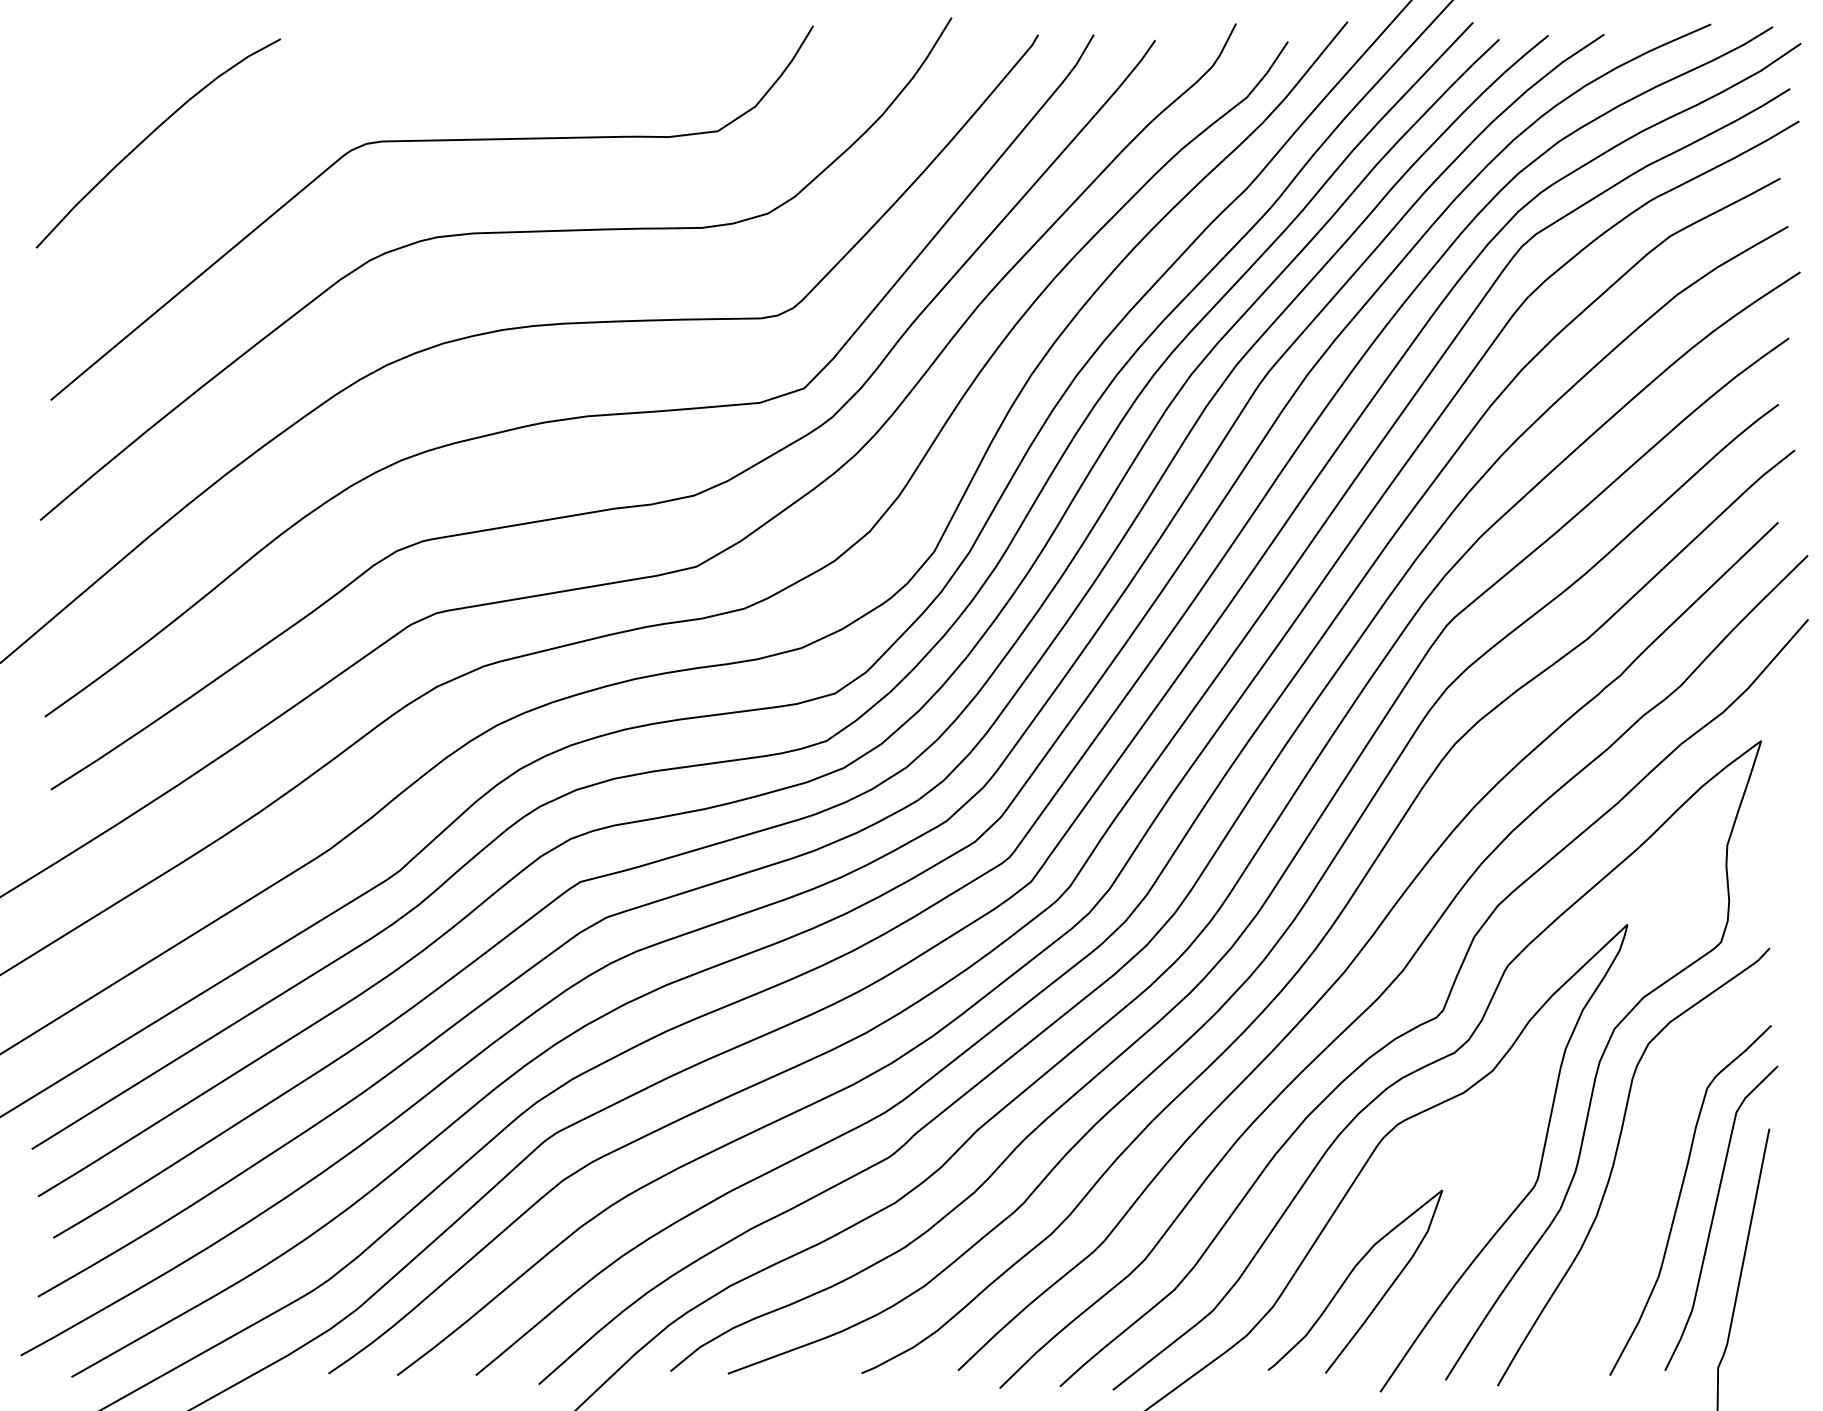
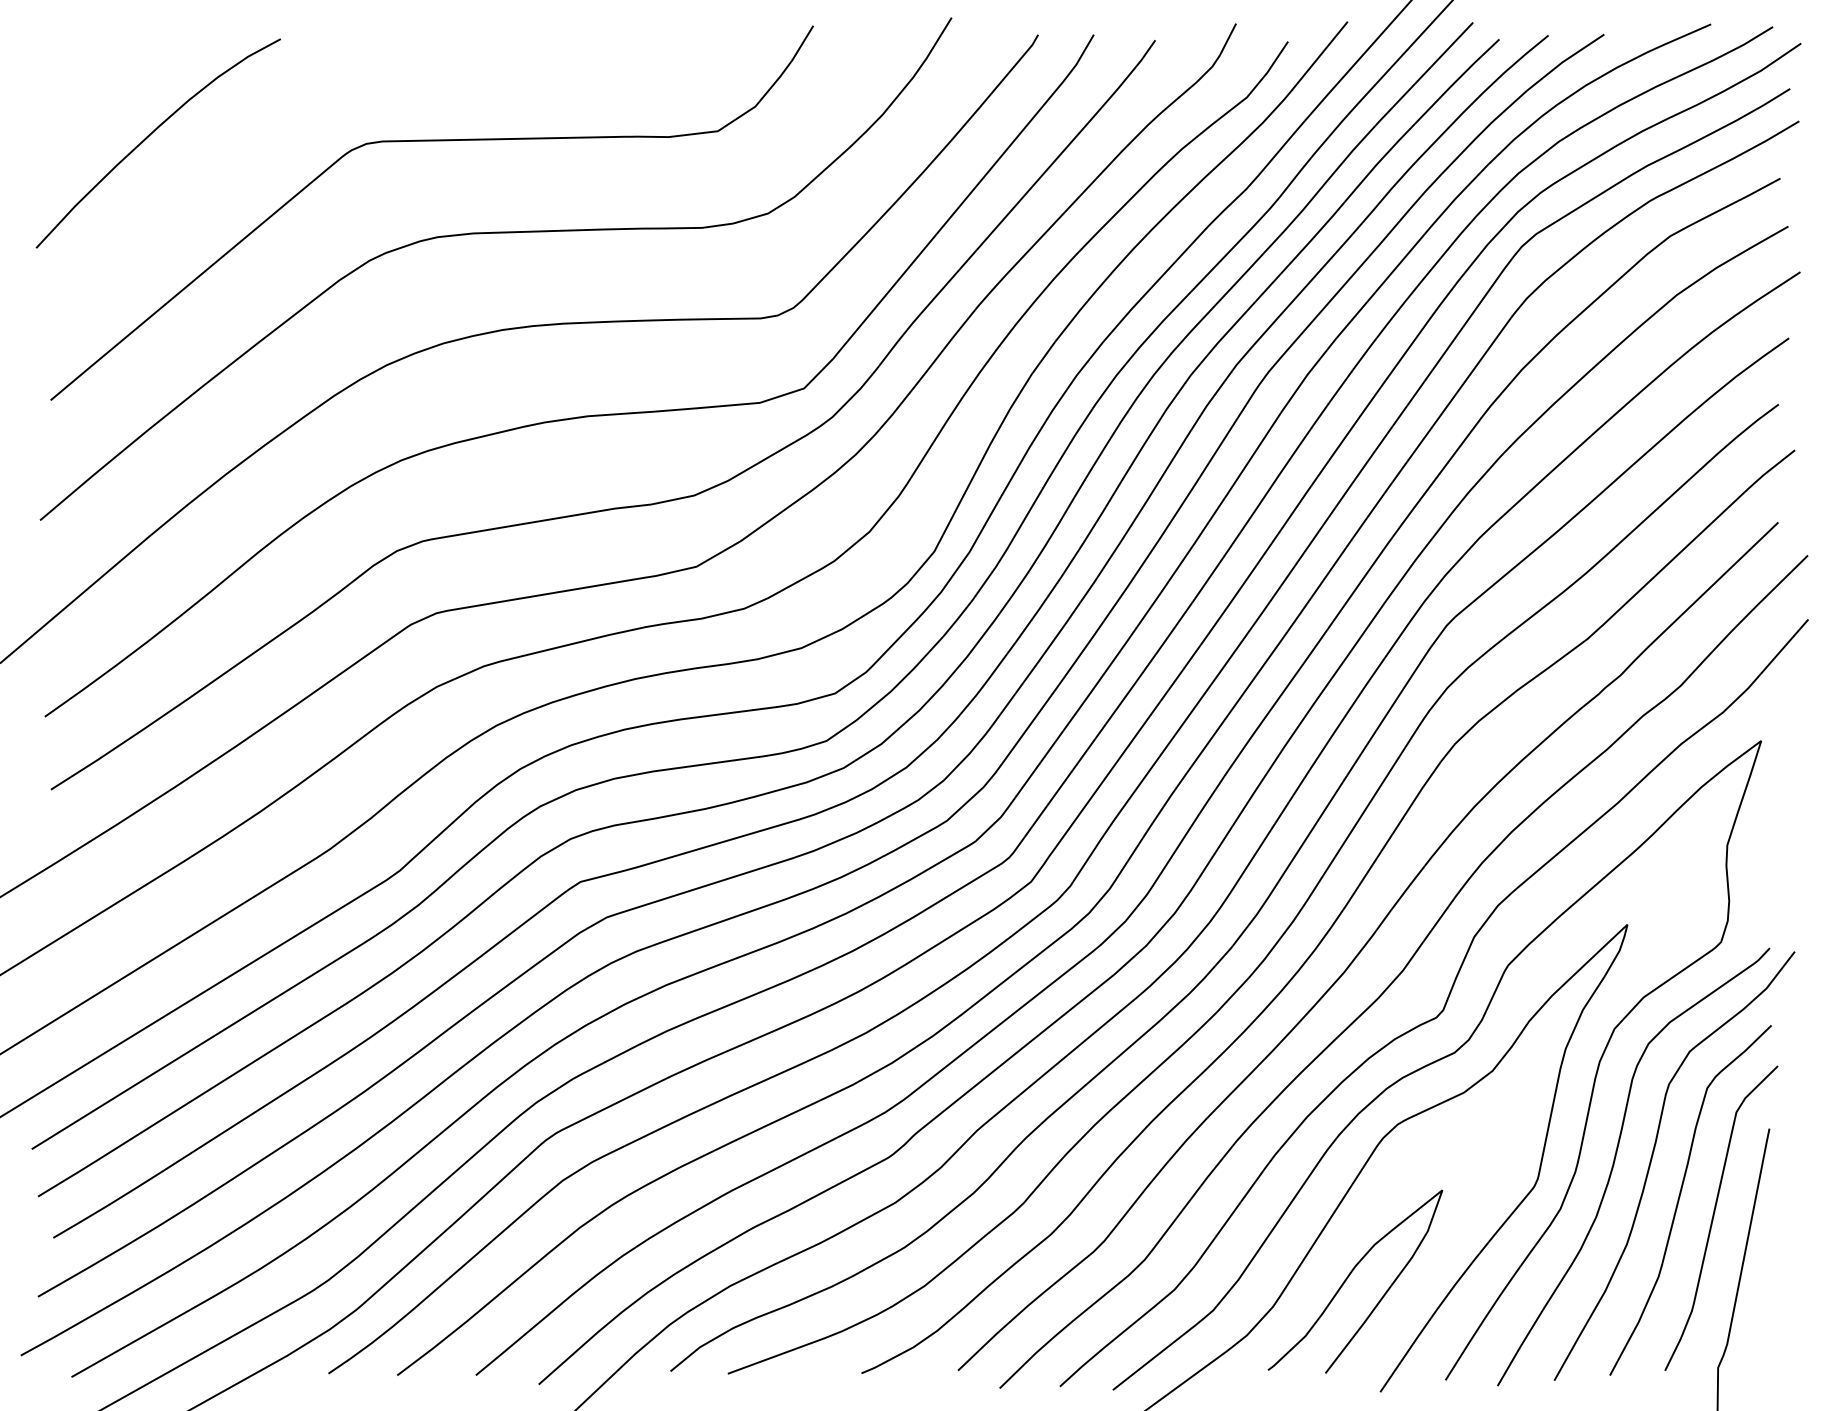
curve at (1652, 1159): none -> present
